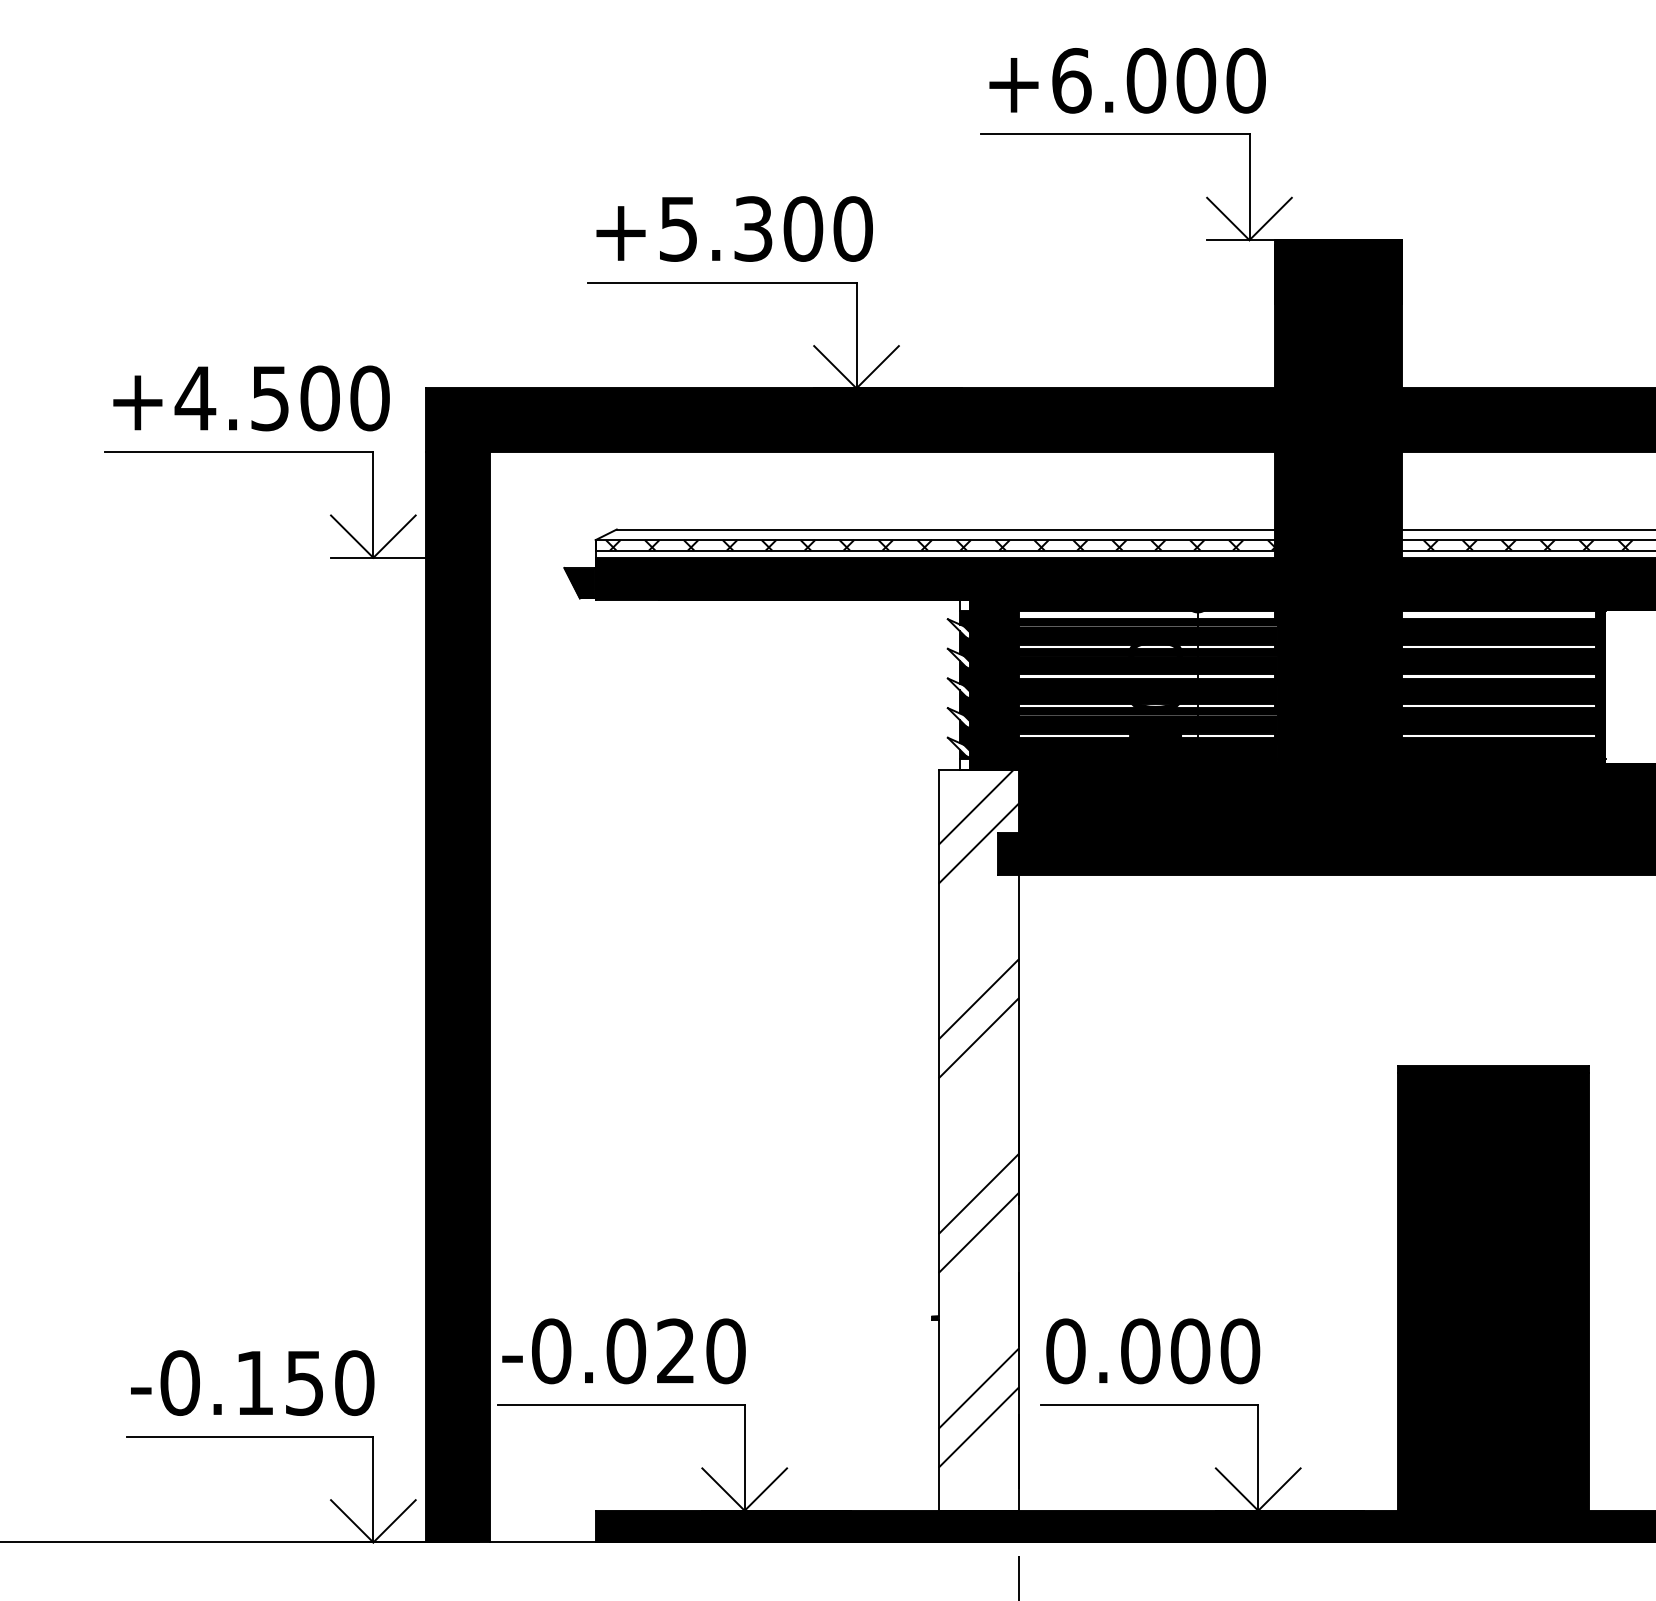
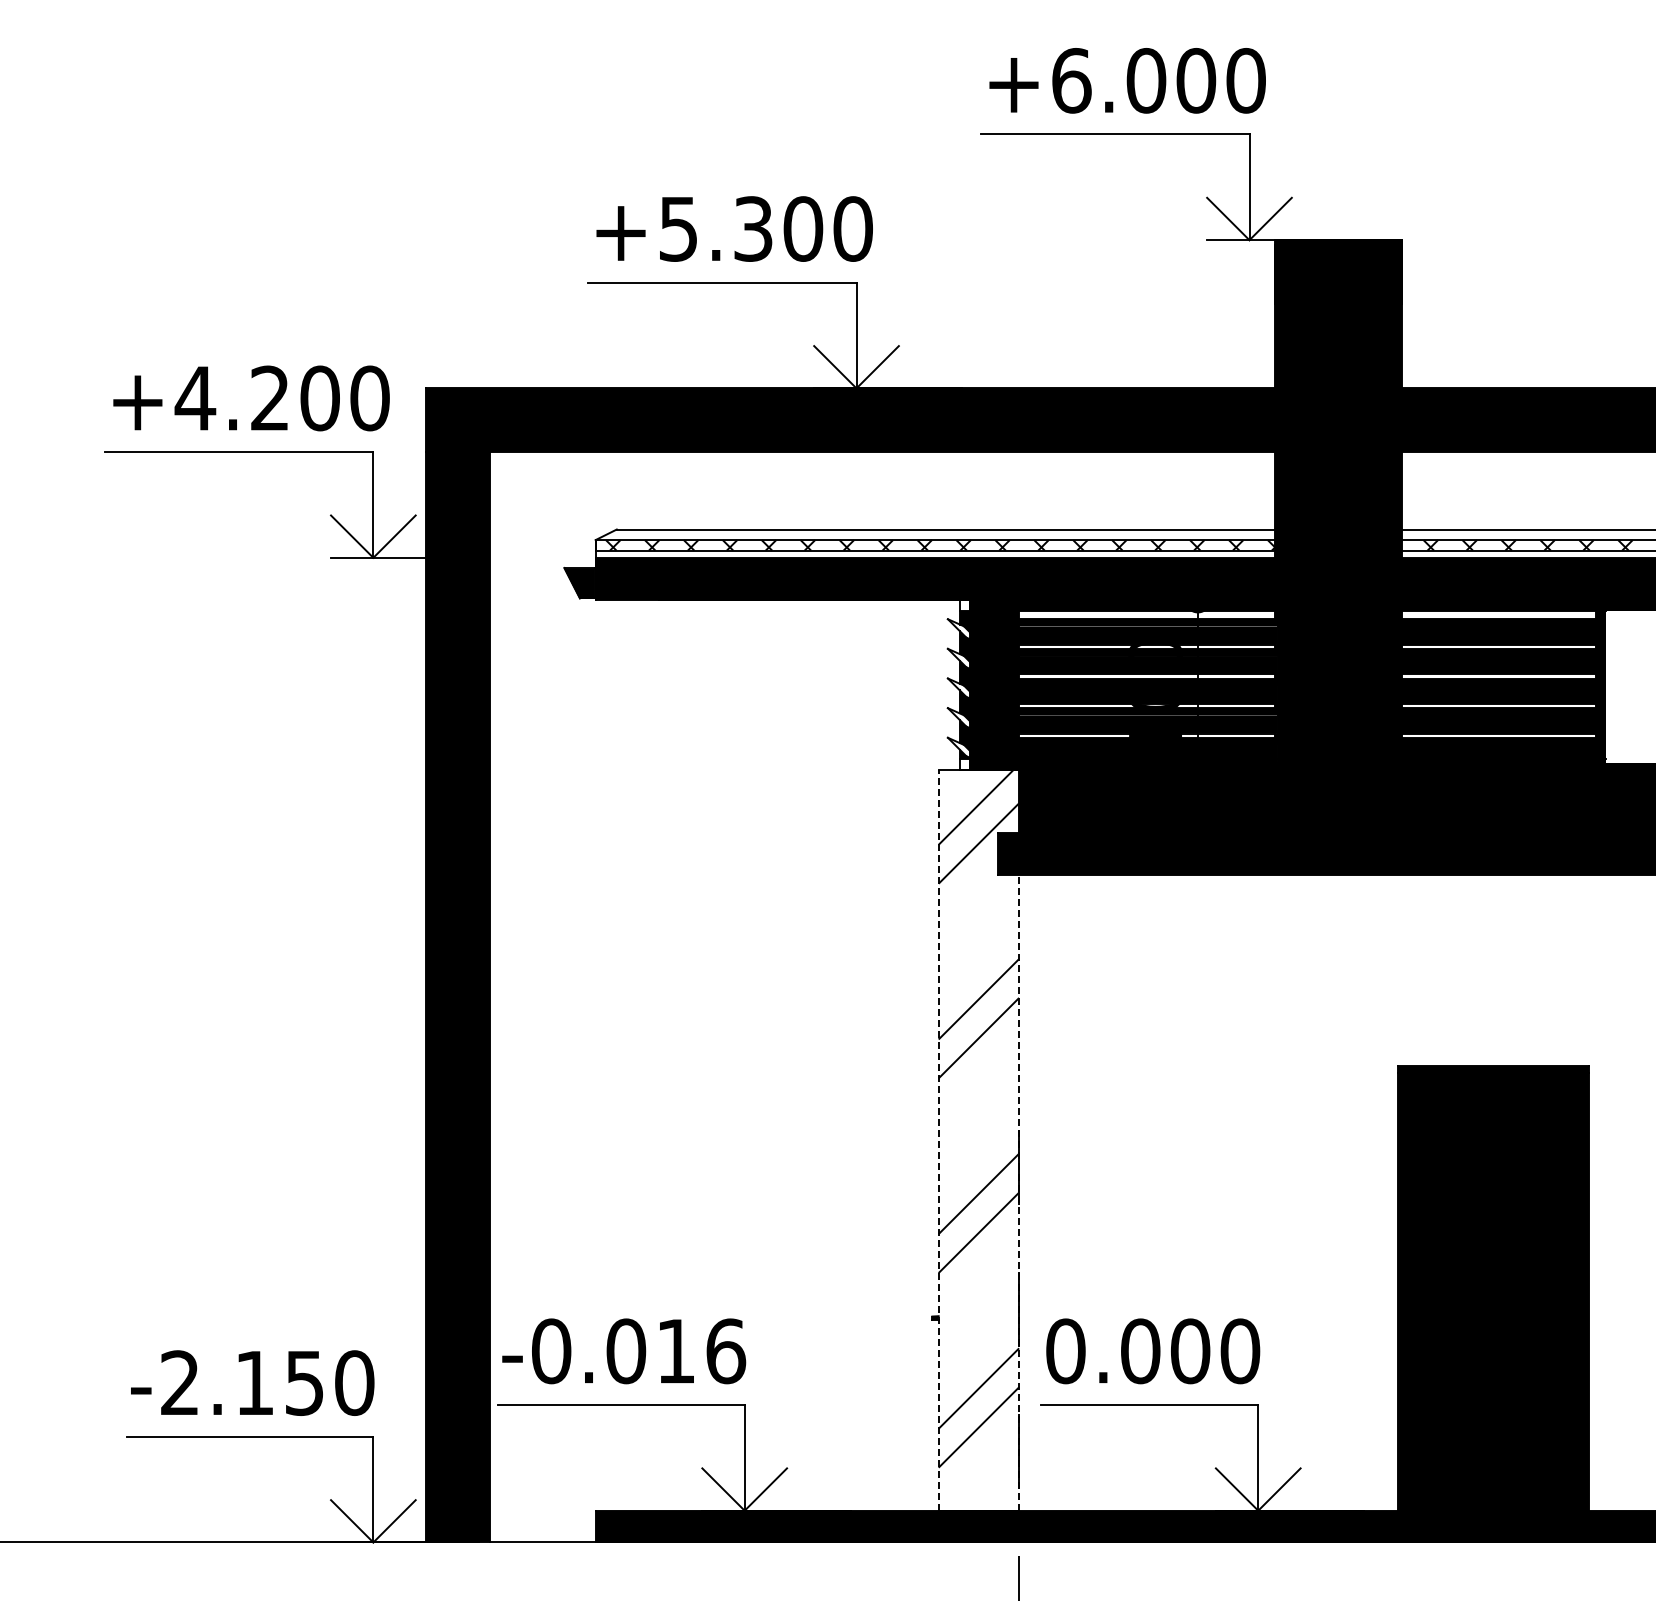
text at (269, 398): +4.500 -> +4.200
line at (938, 1140): solid -> dashed
line at (1019, 1190): solid -> dashed
text at (701, 1351): -0.020 -> -0.016
text at (179, 1382): -0.150 -> -2.150
